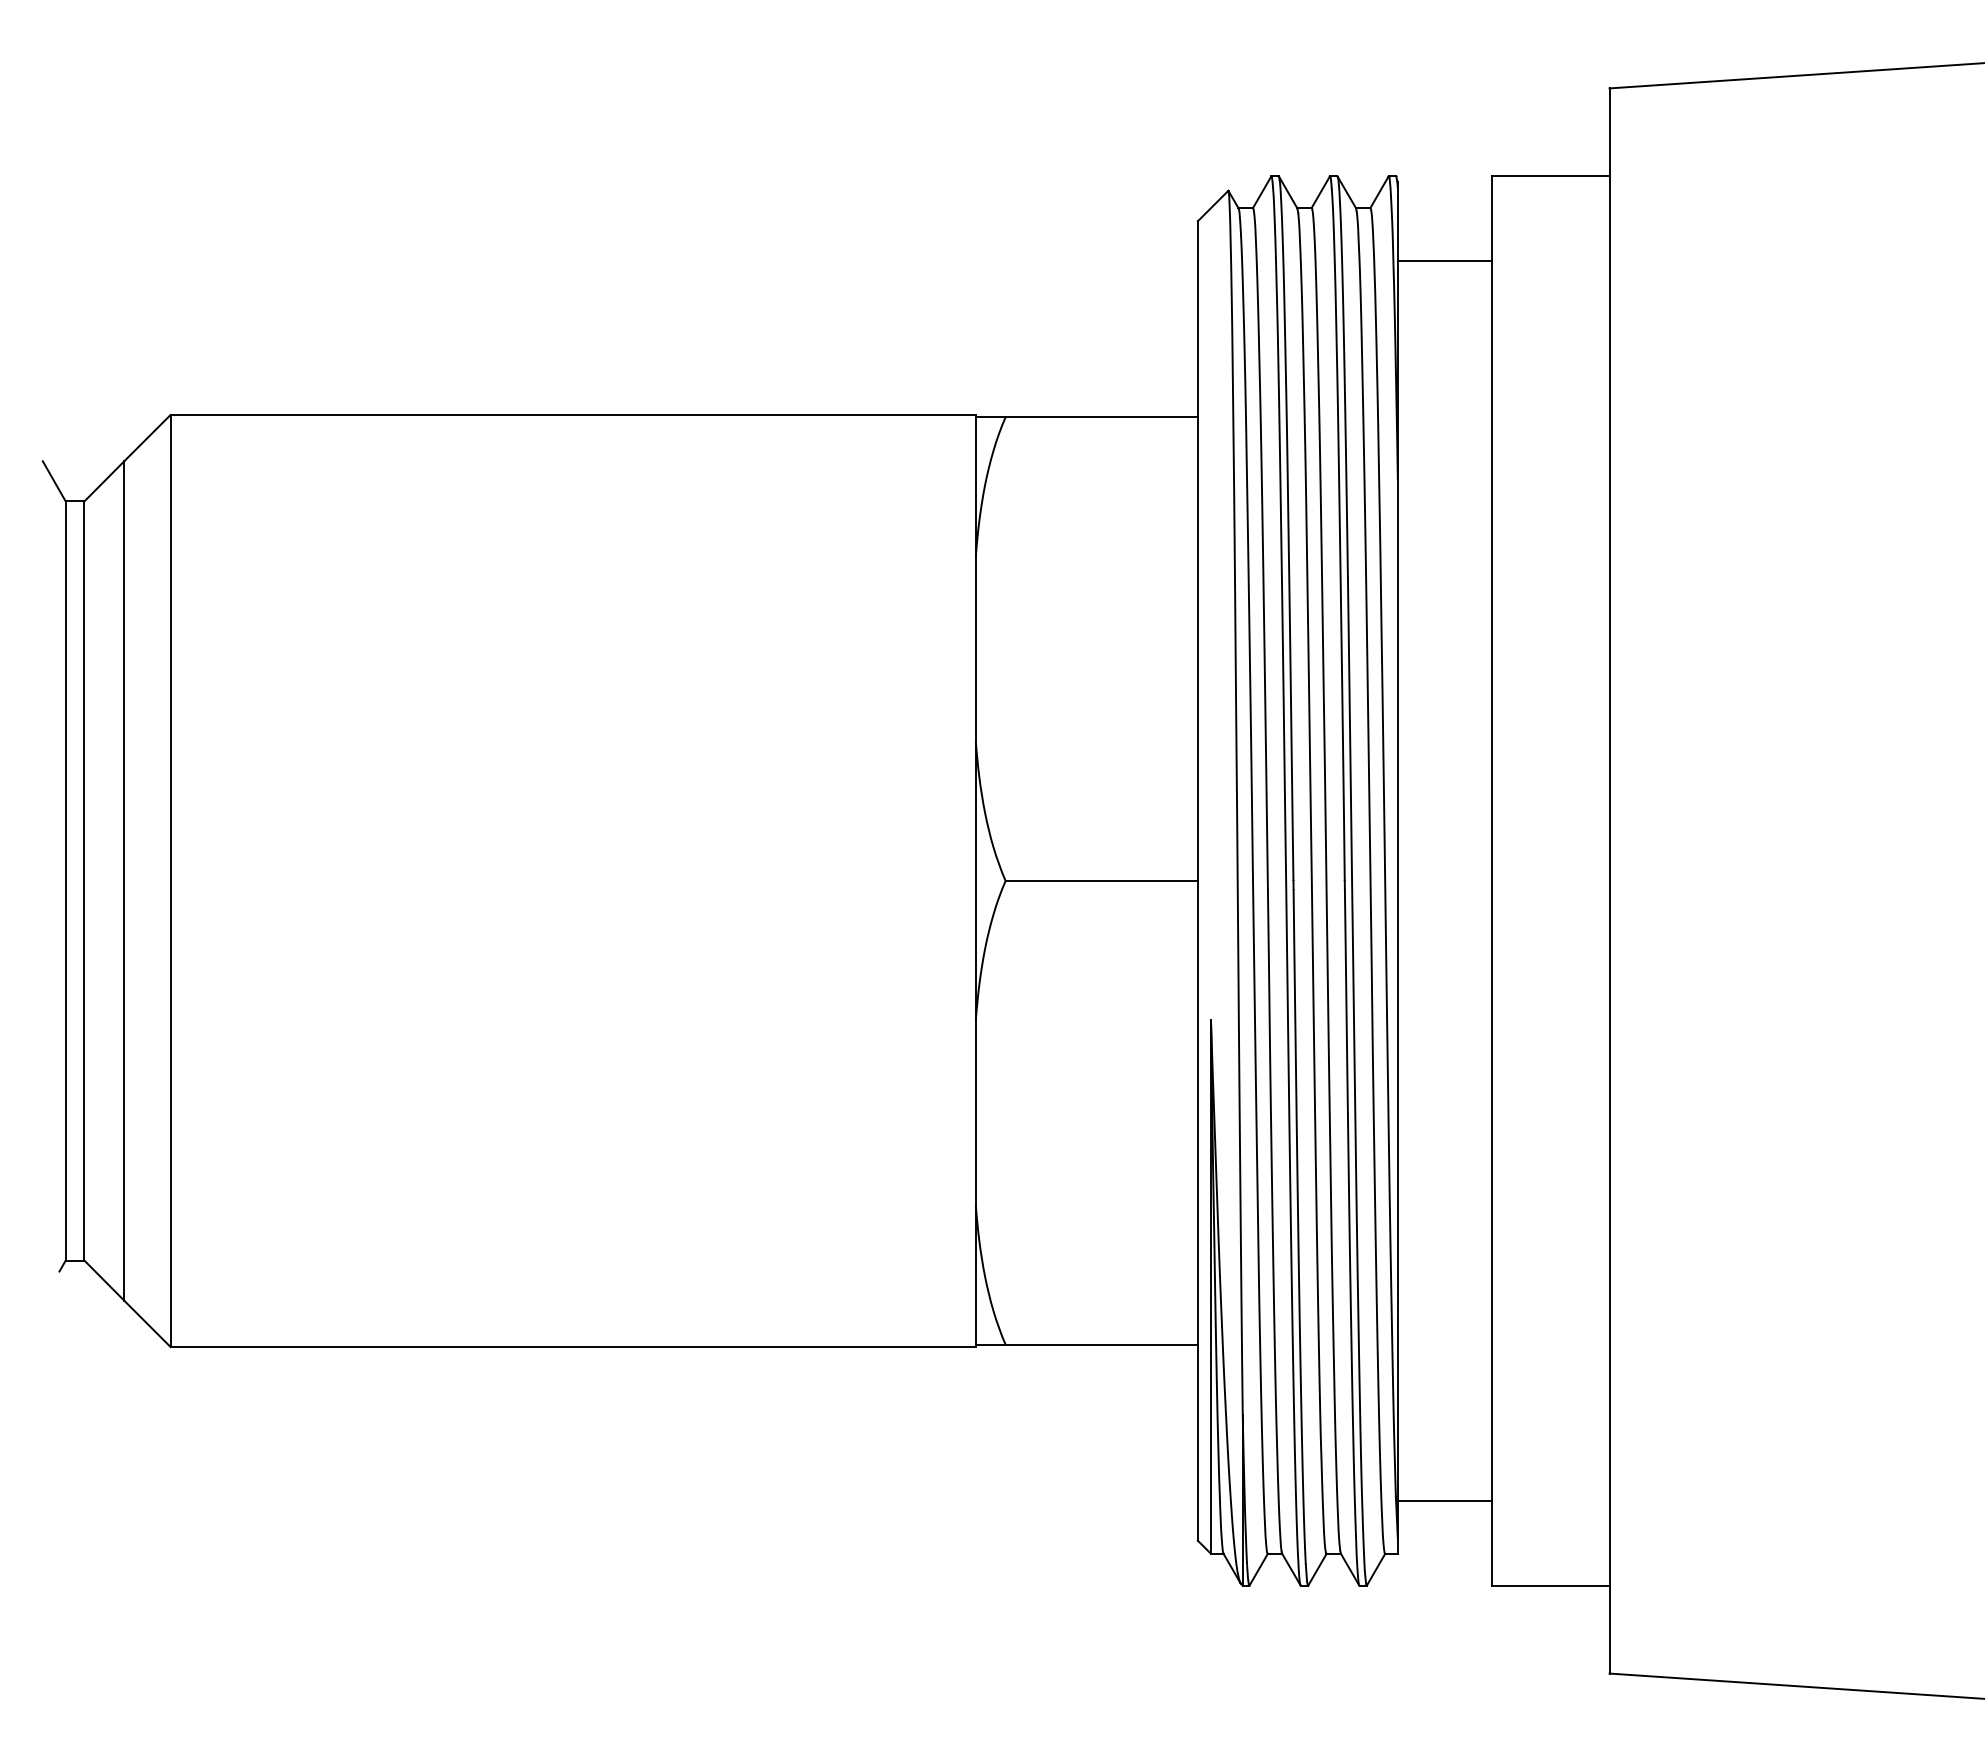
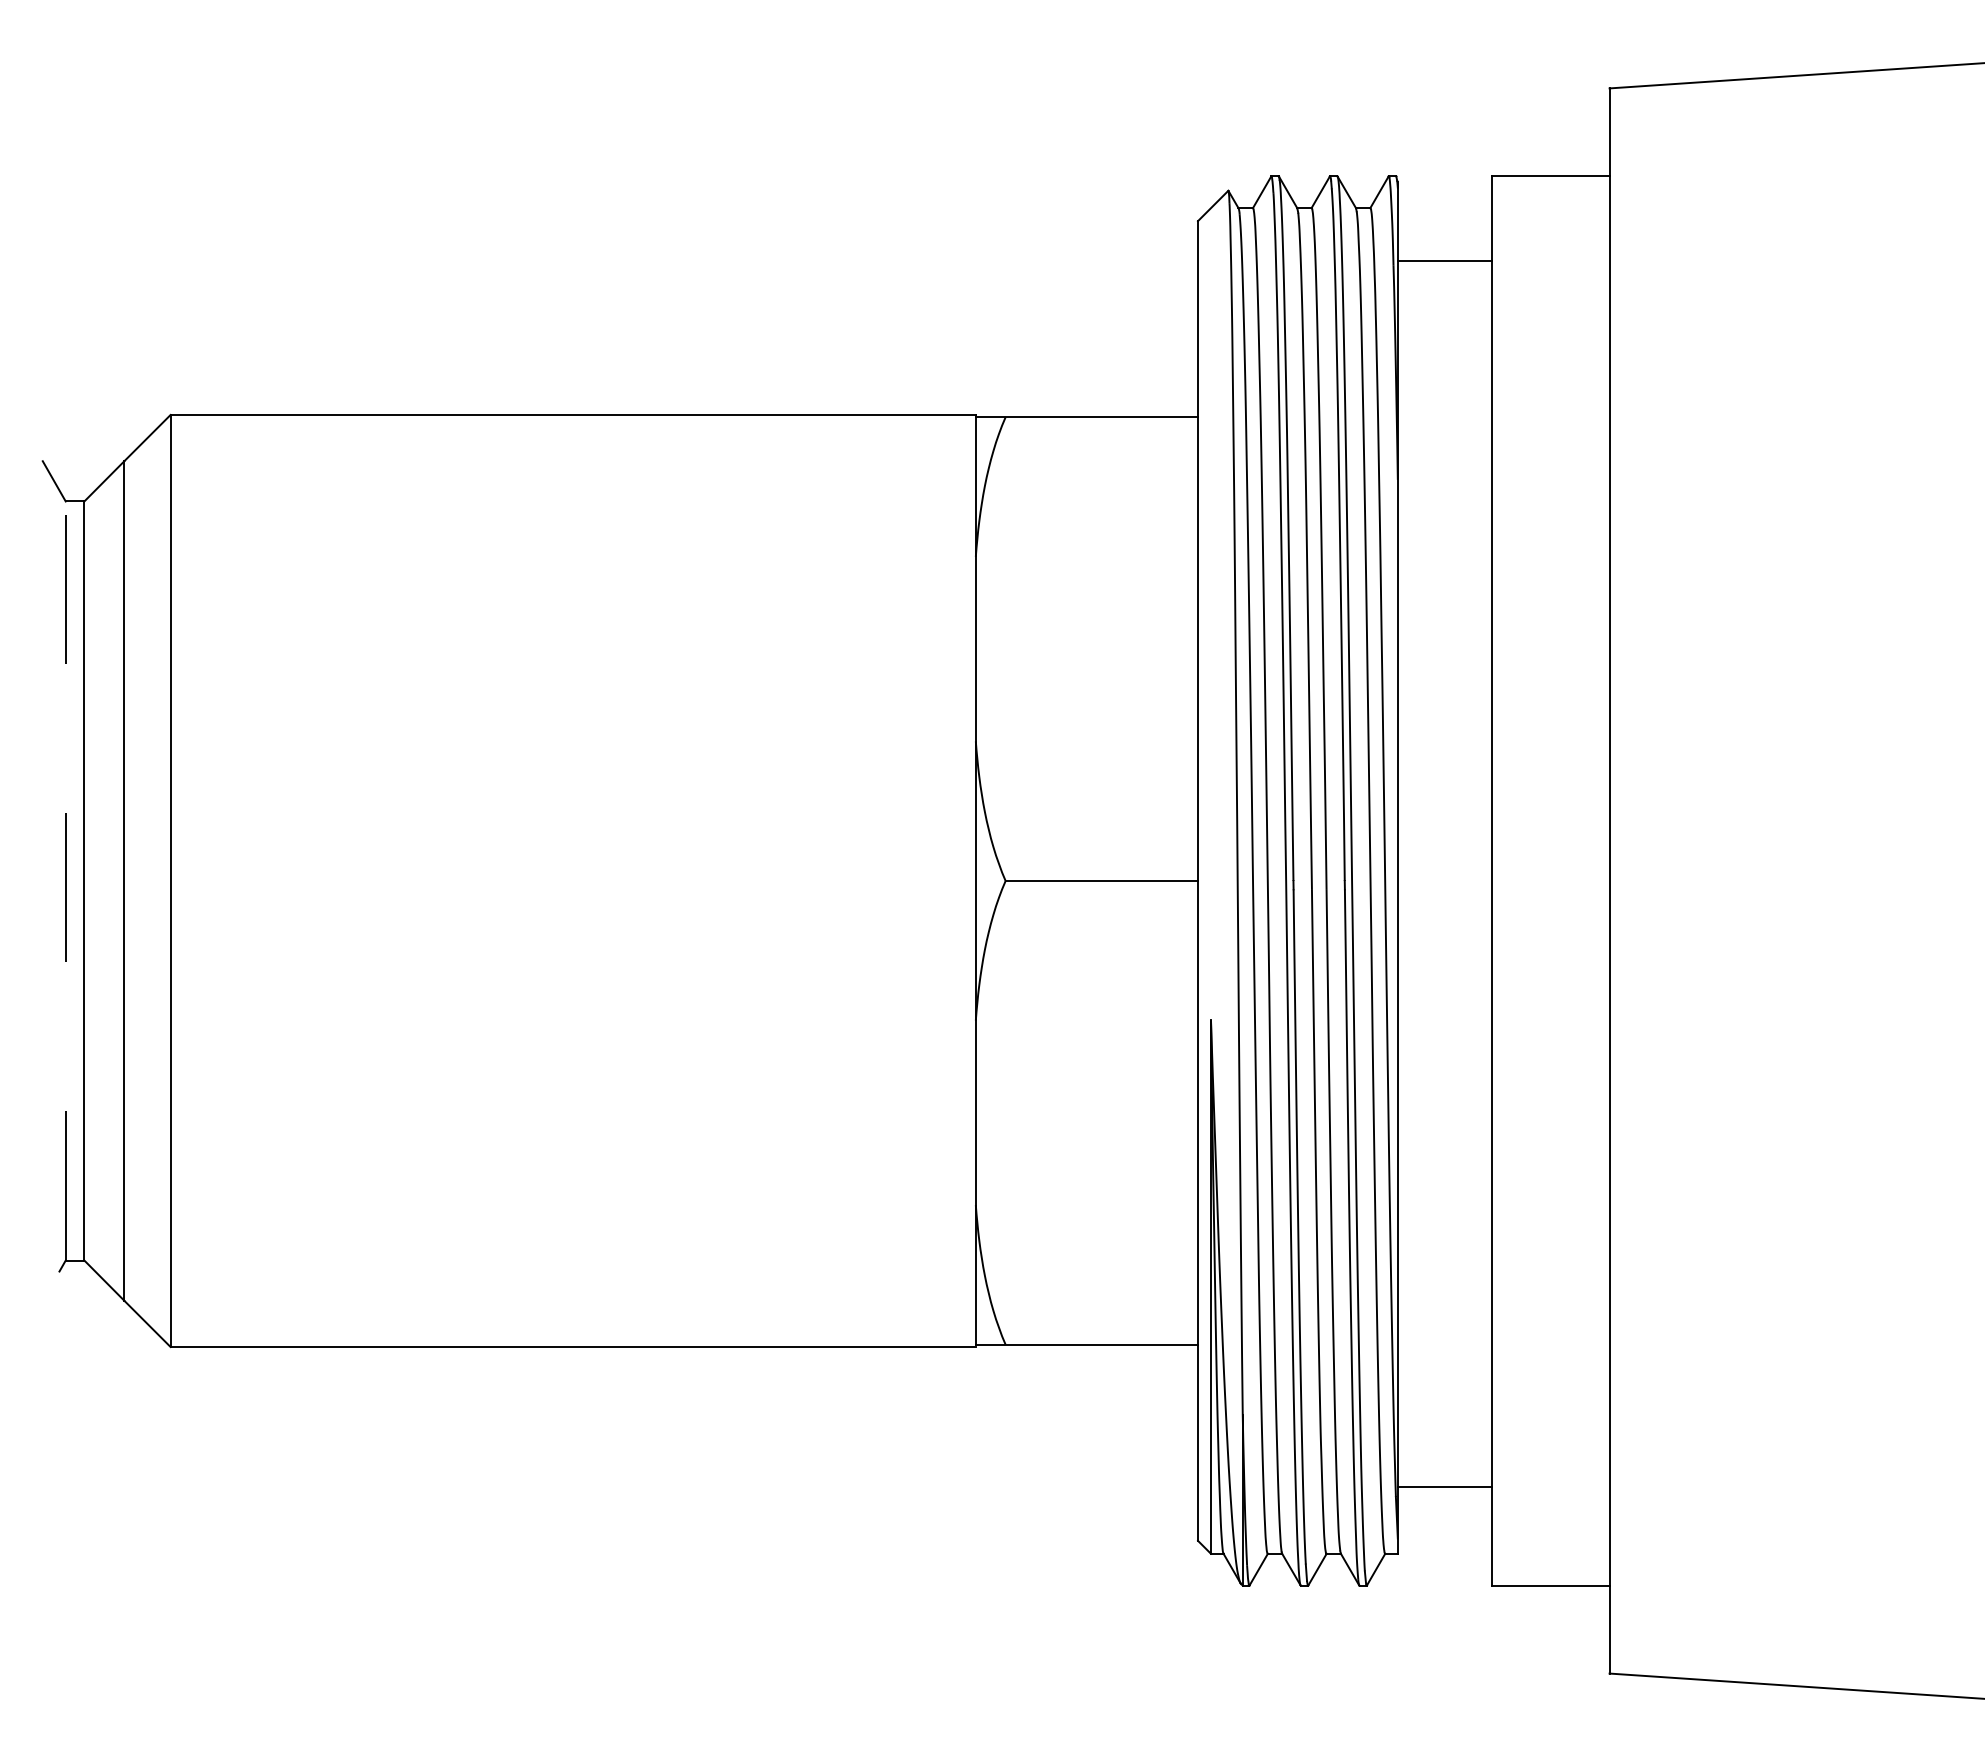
line at (65, 880): solid -> dashed
line at (1444, 1501) position: (1444, 1501) -> (1444, 1487)
